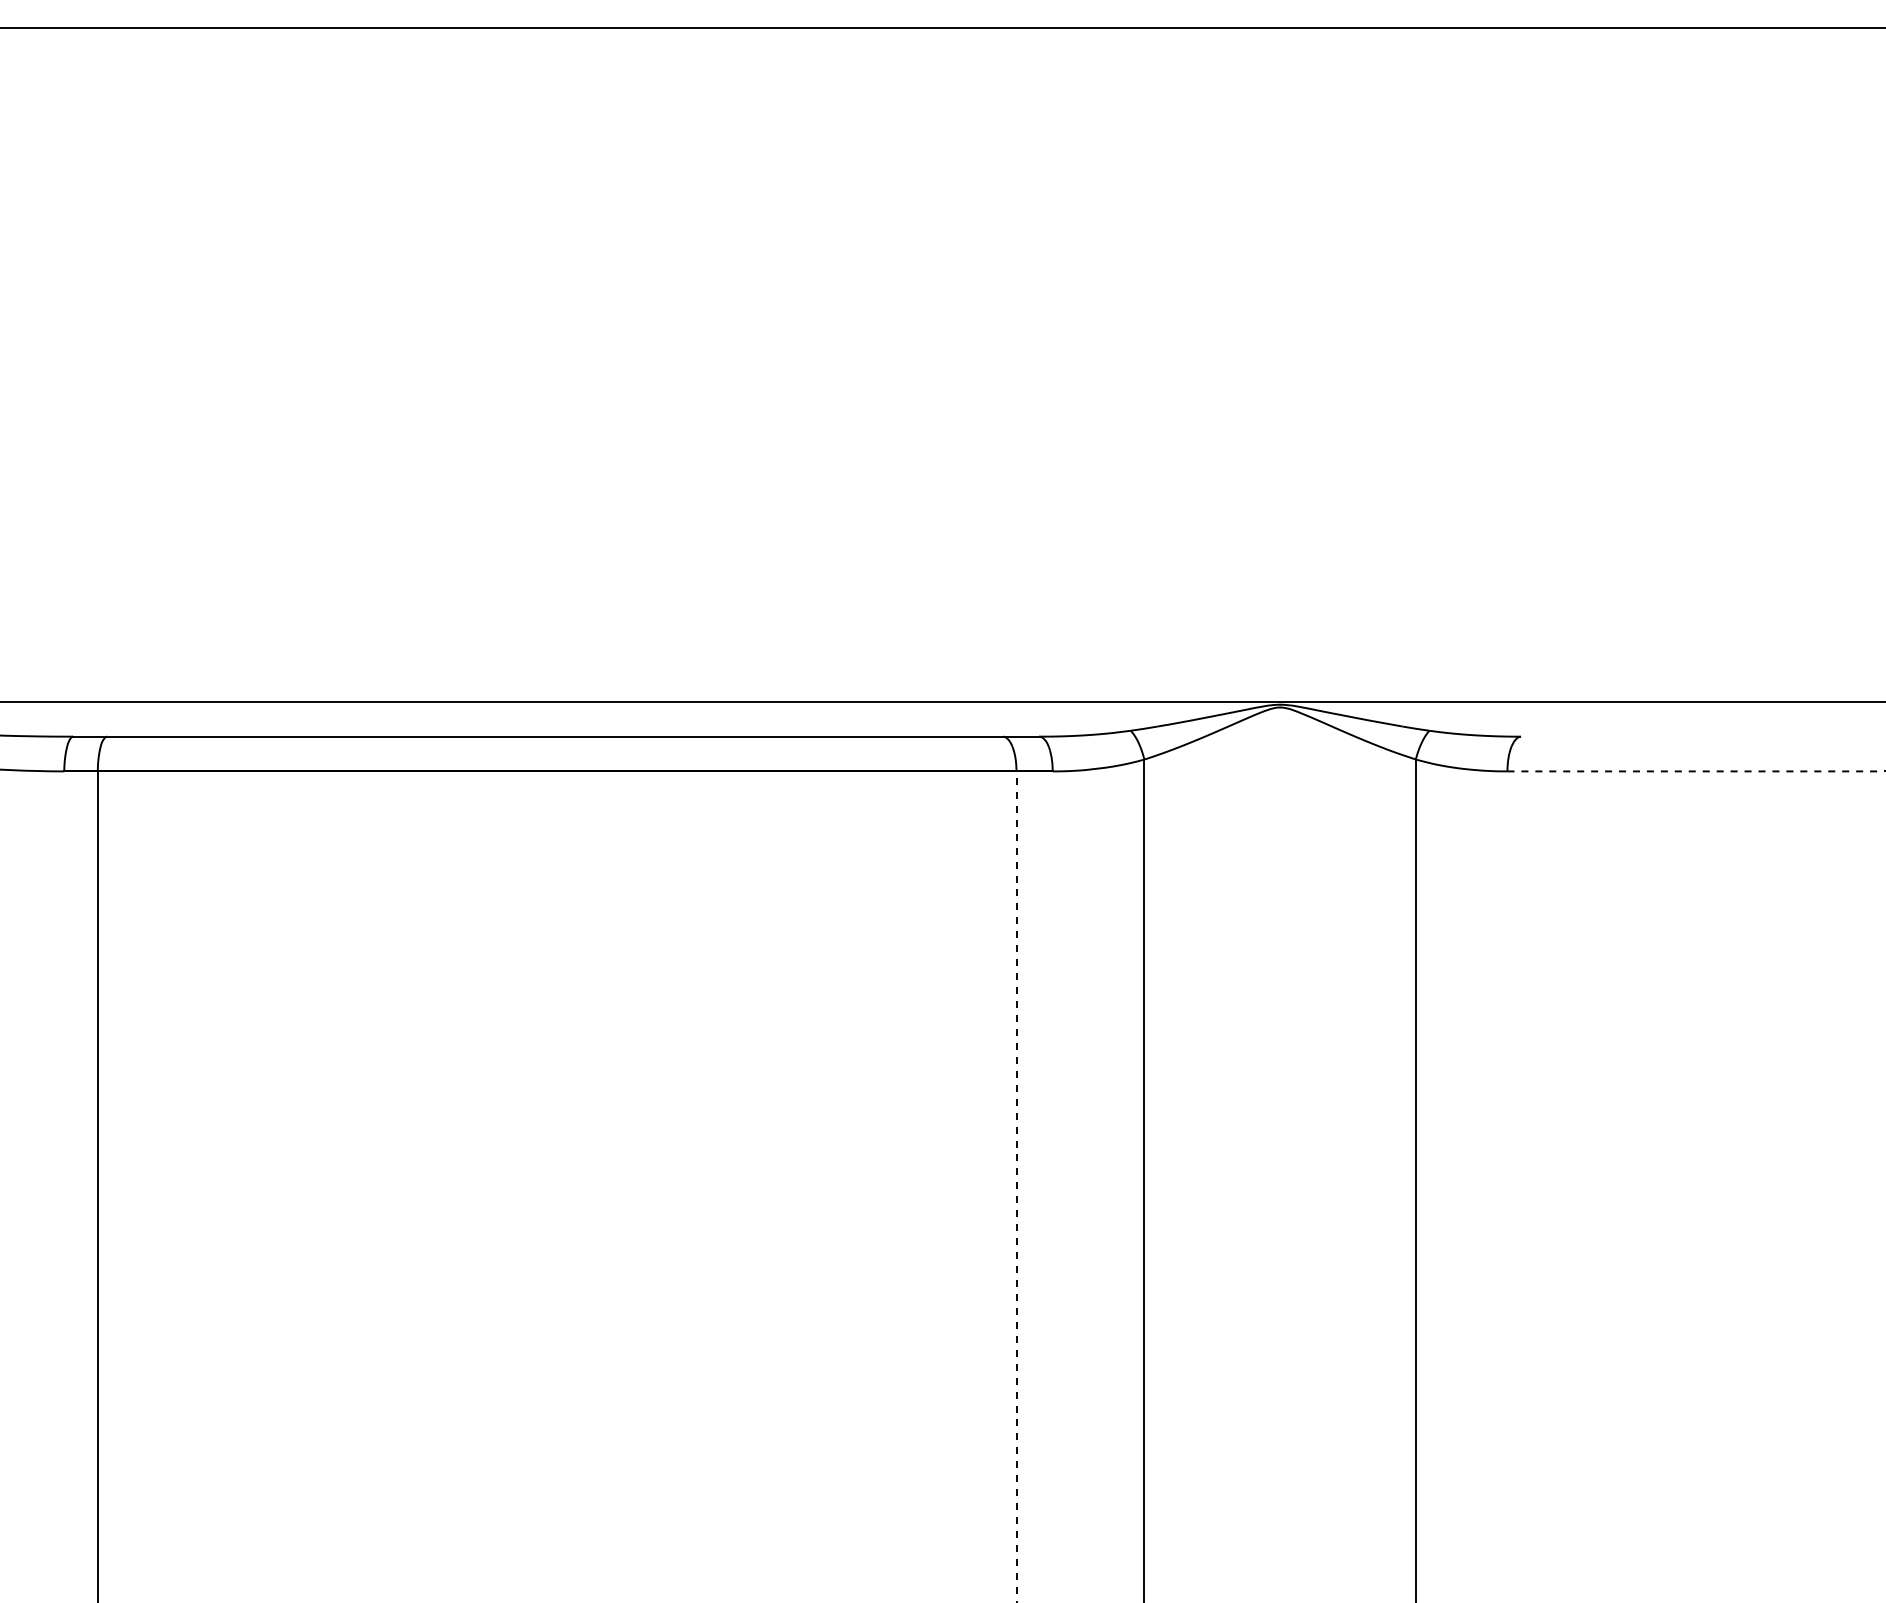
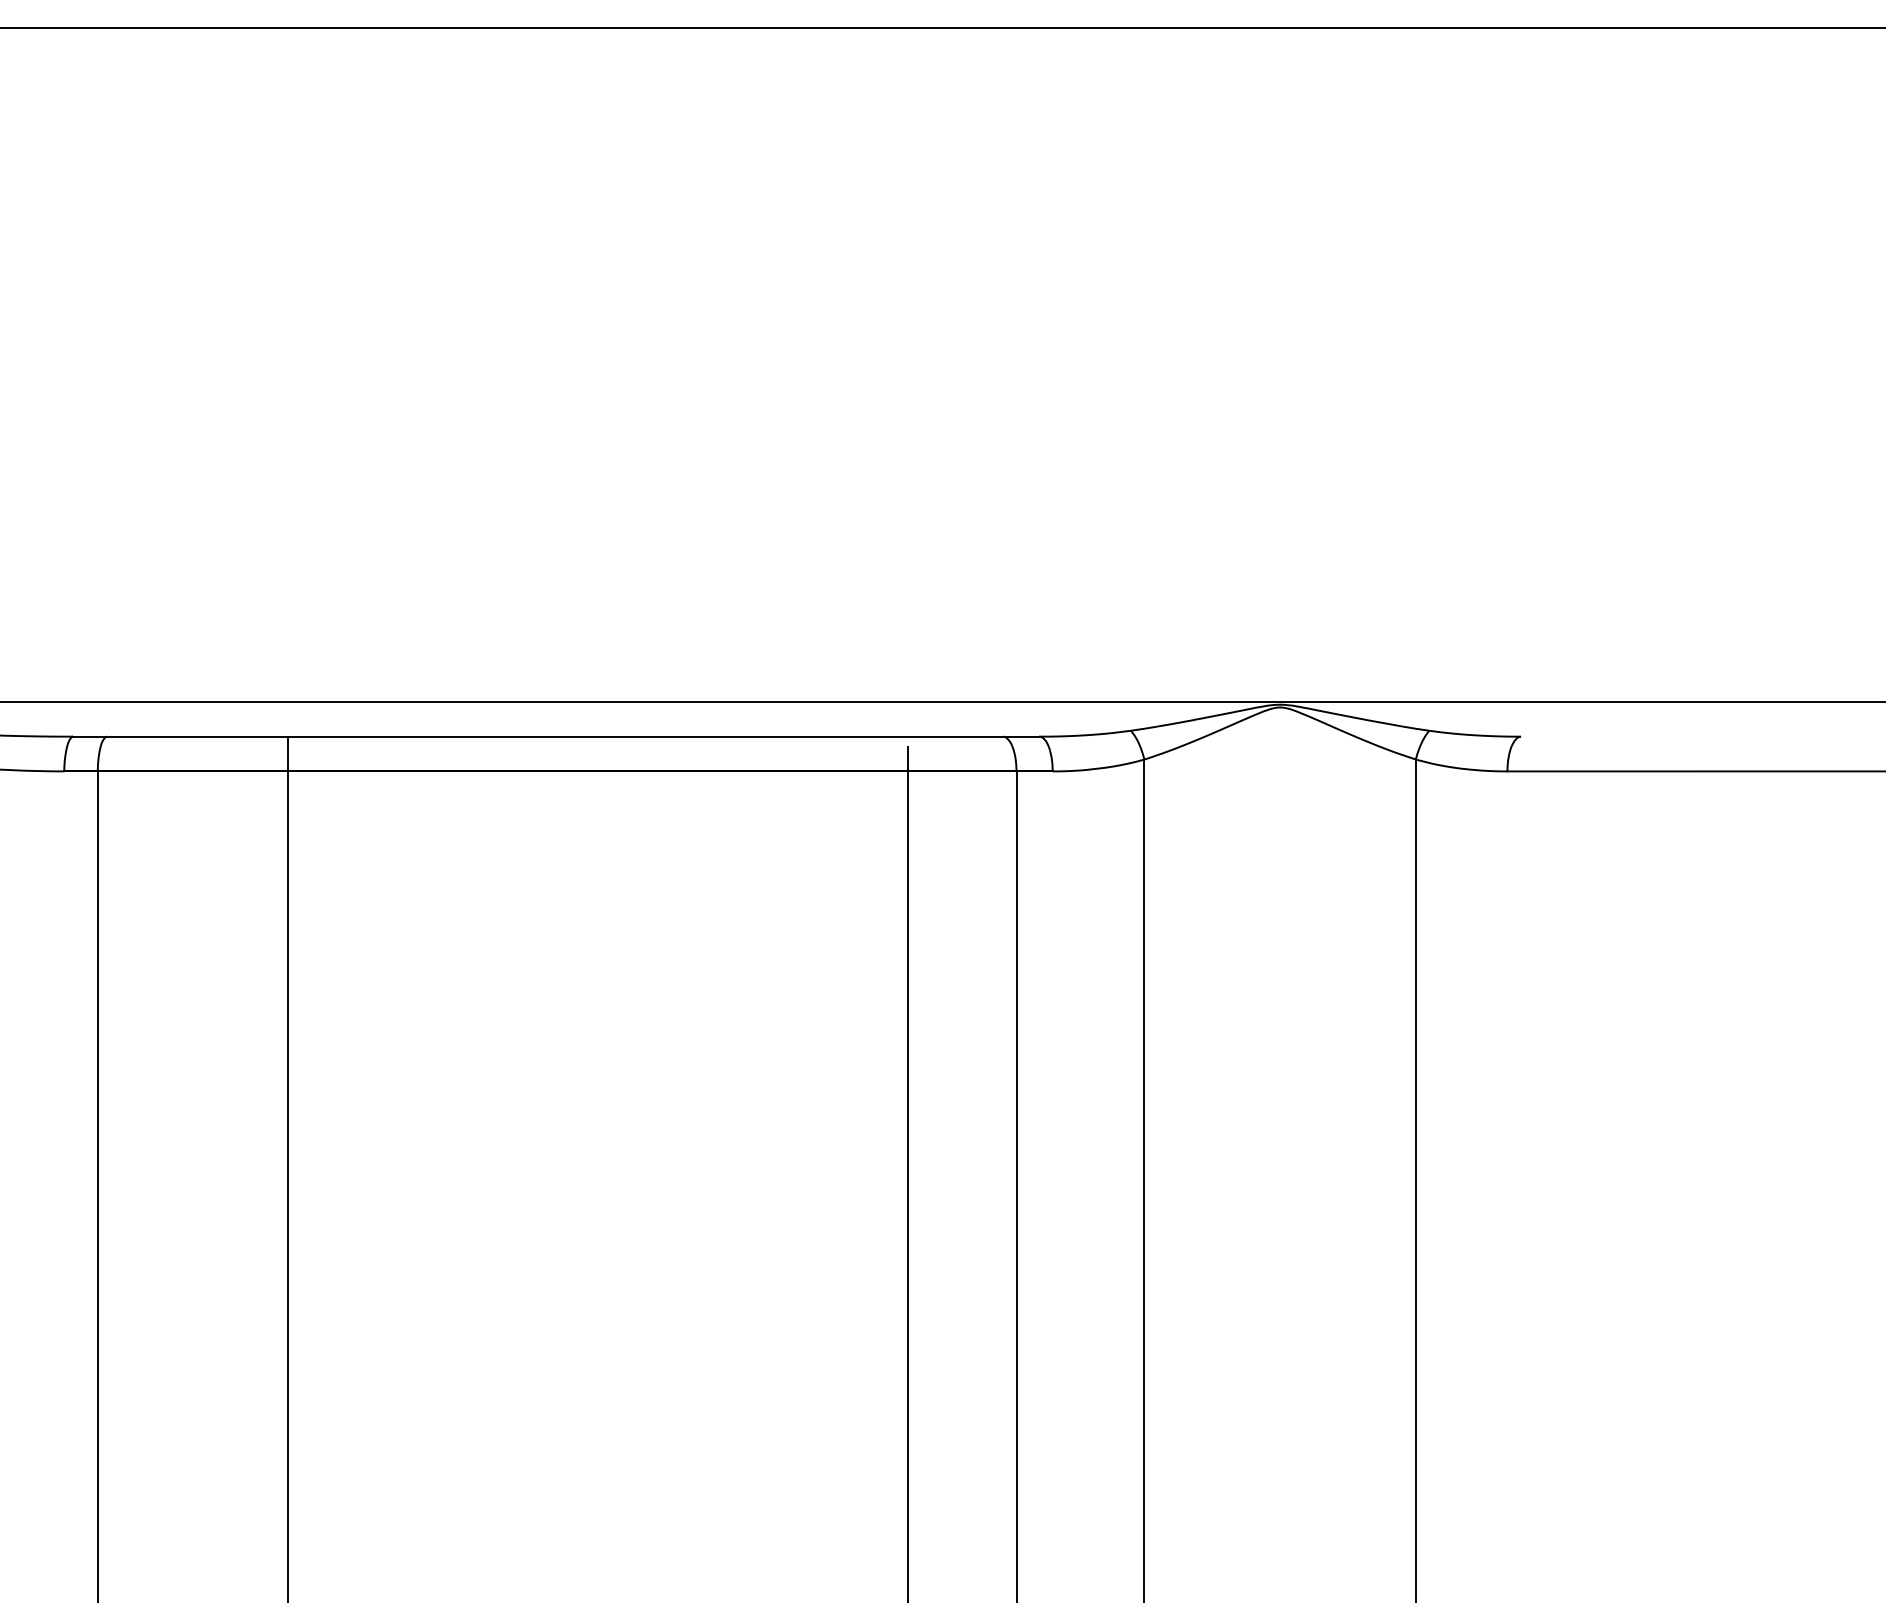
line at (1696, 771): dashed -> solid
line at (288, 1167): none -> present
line at (907, 1172): none -> present
line at (1016, 1186): dashed -> solid
